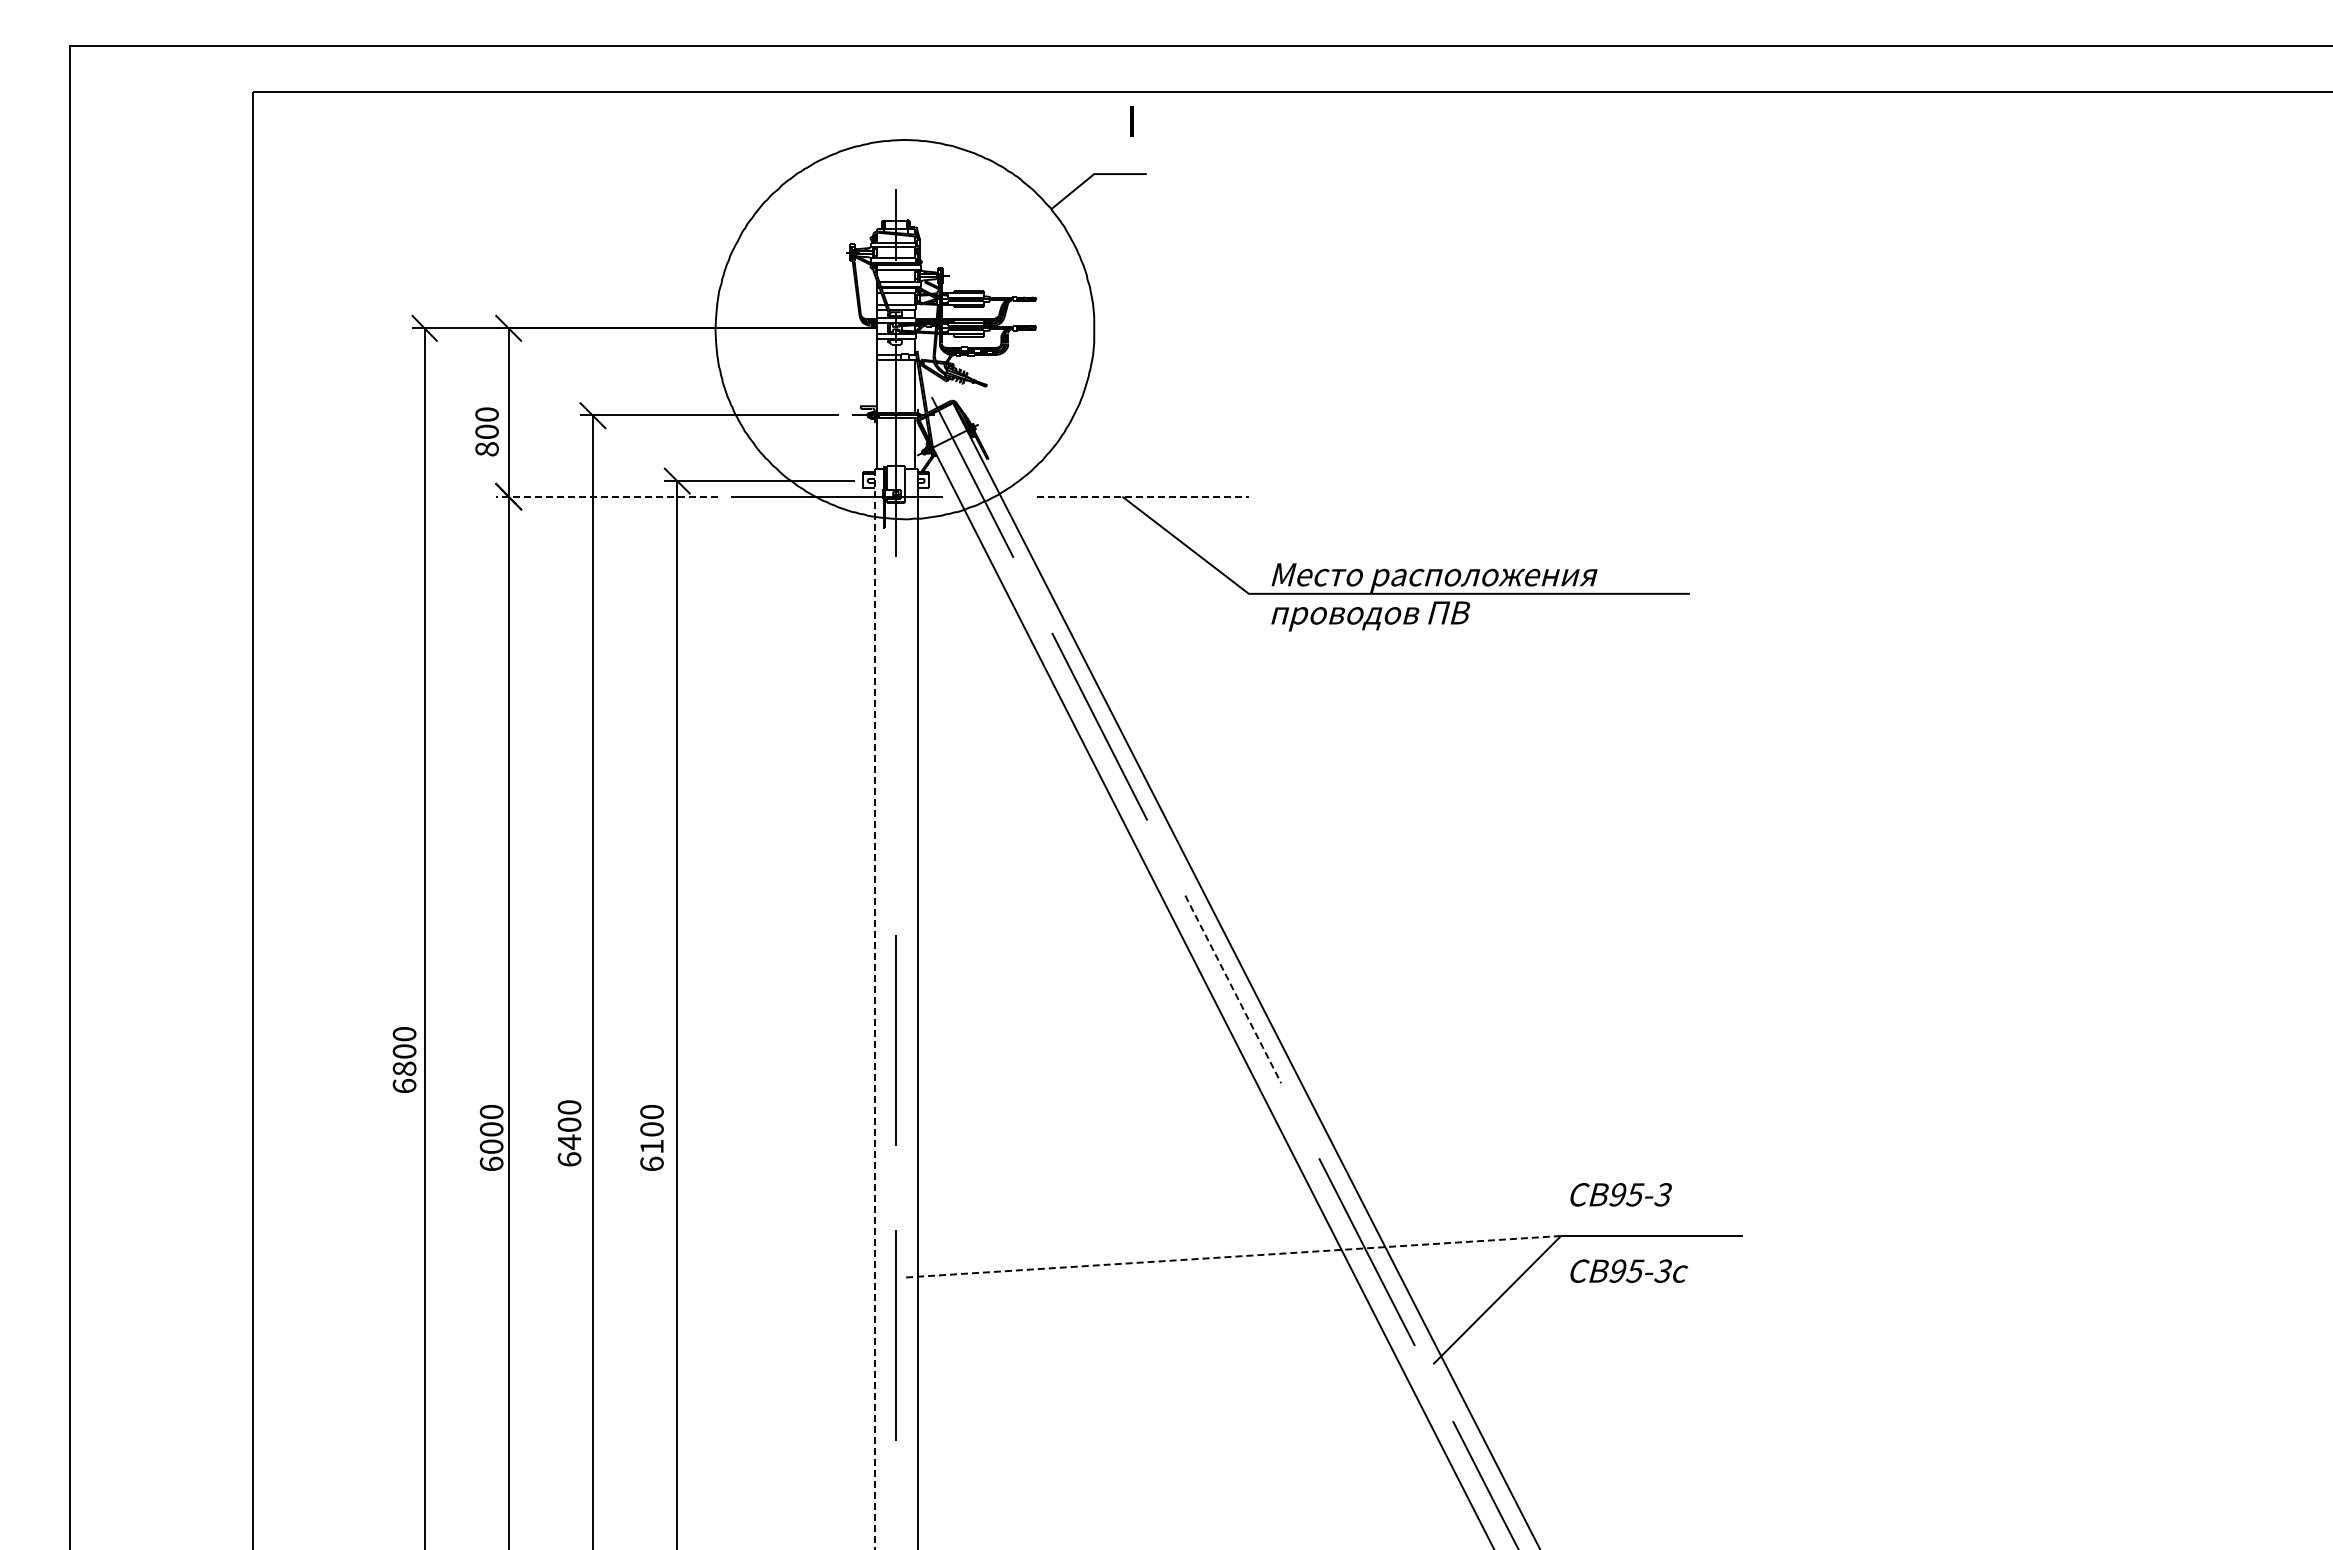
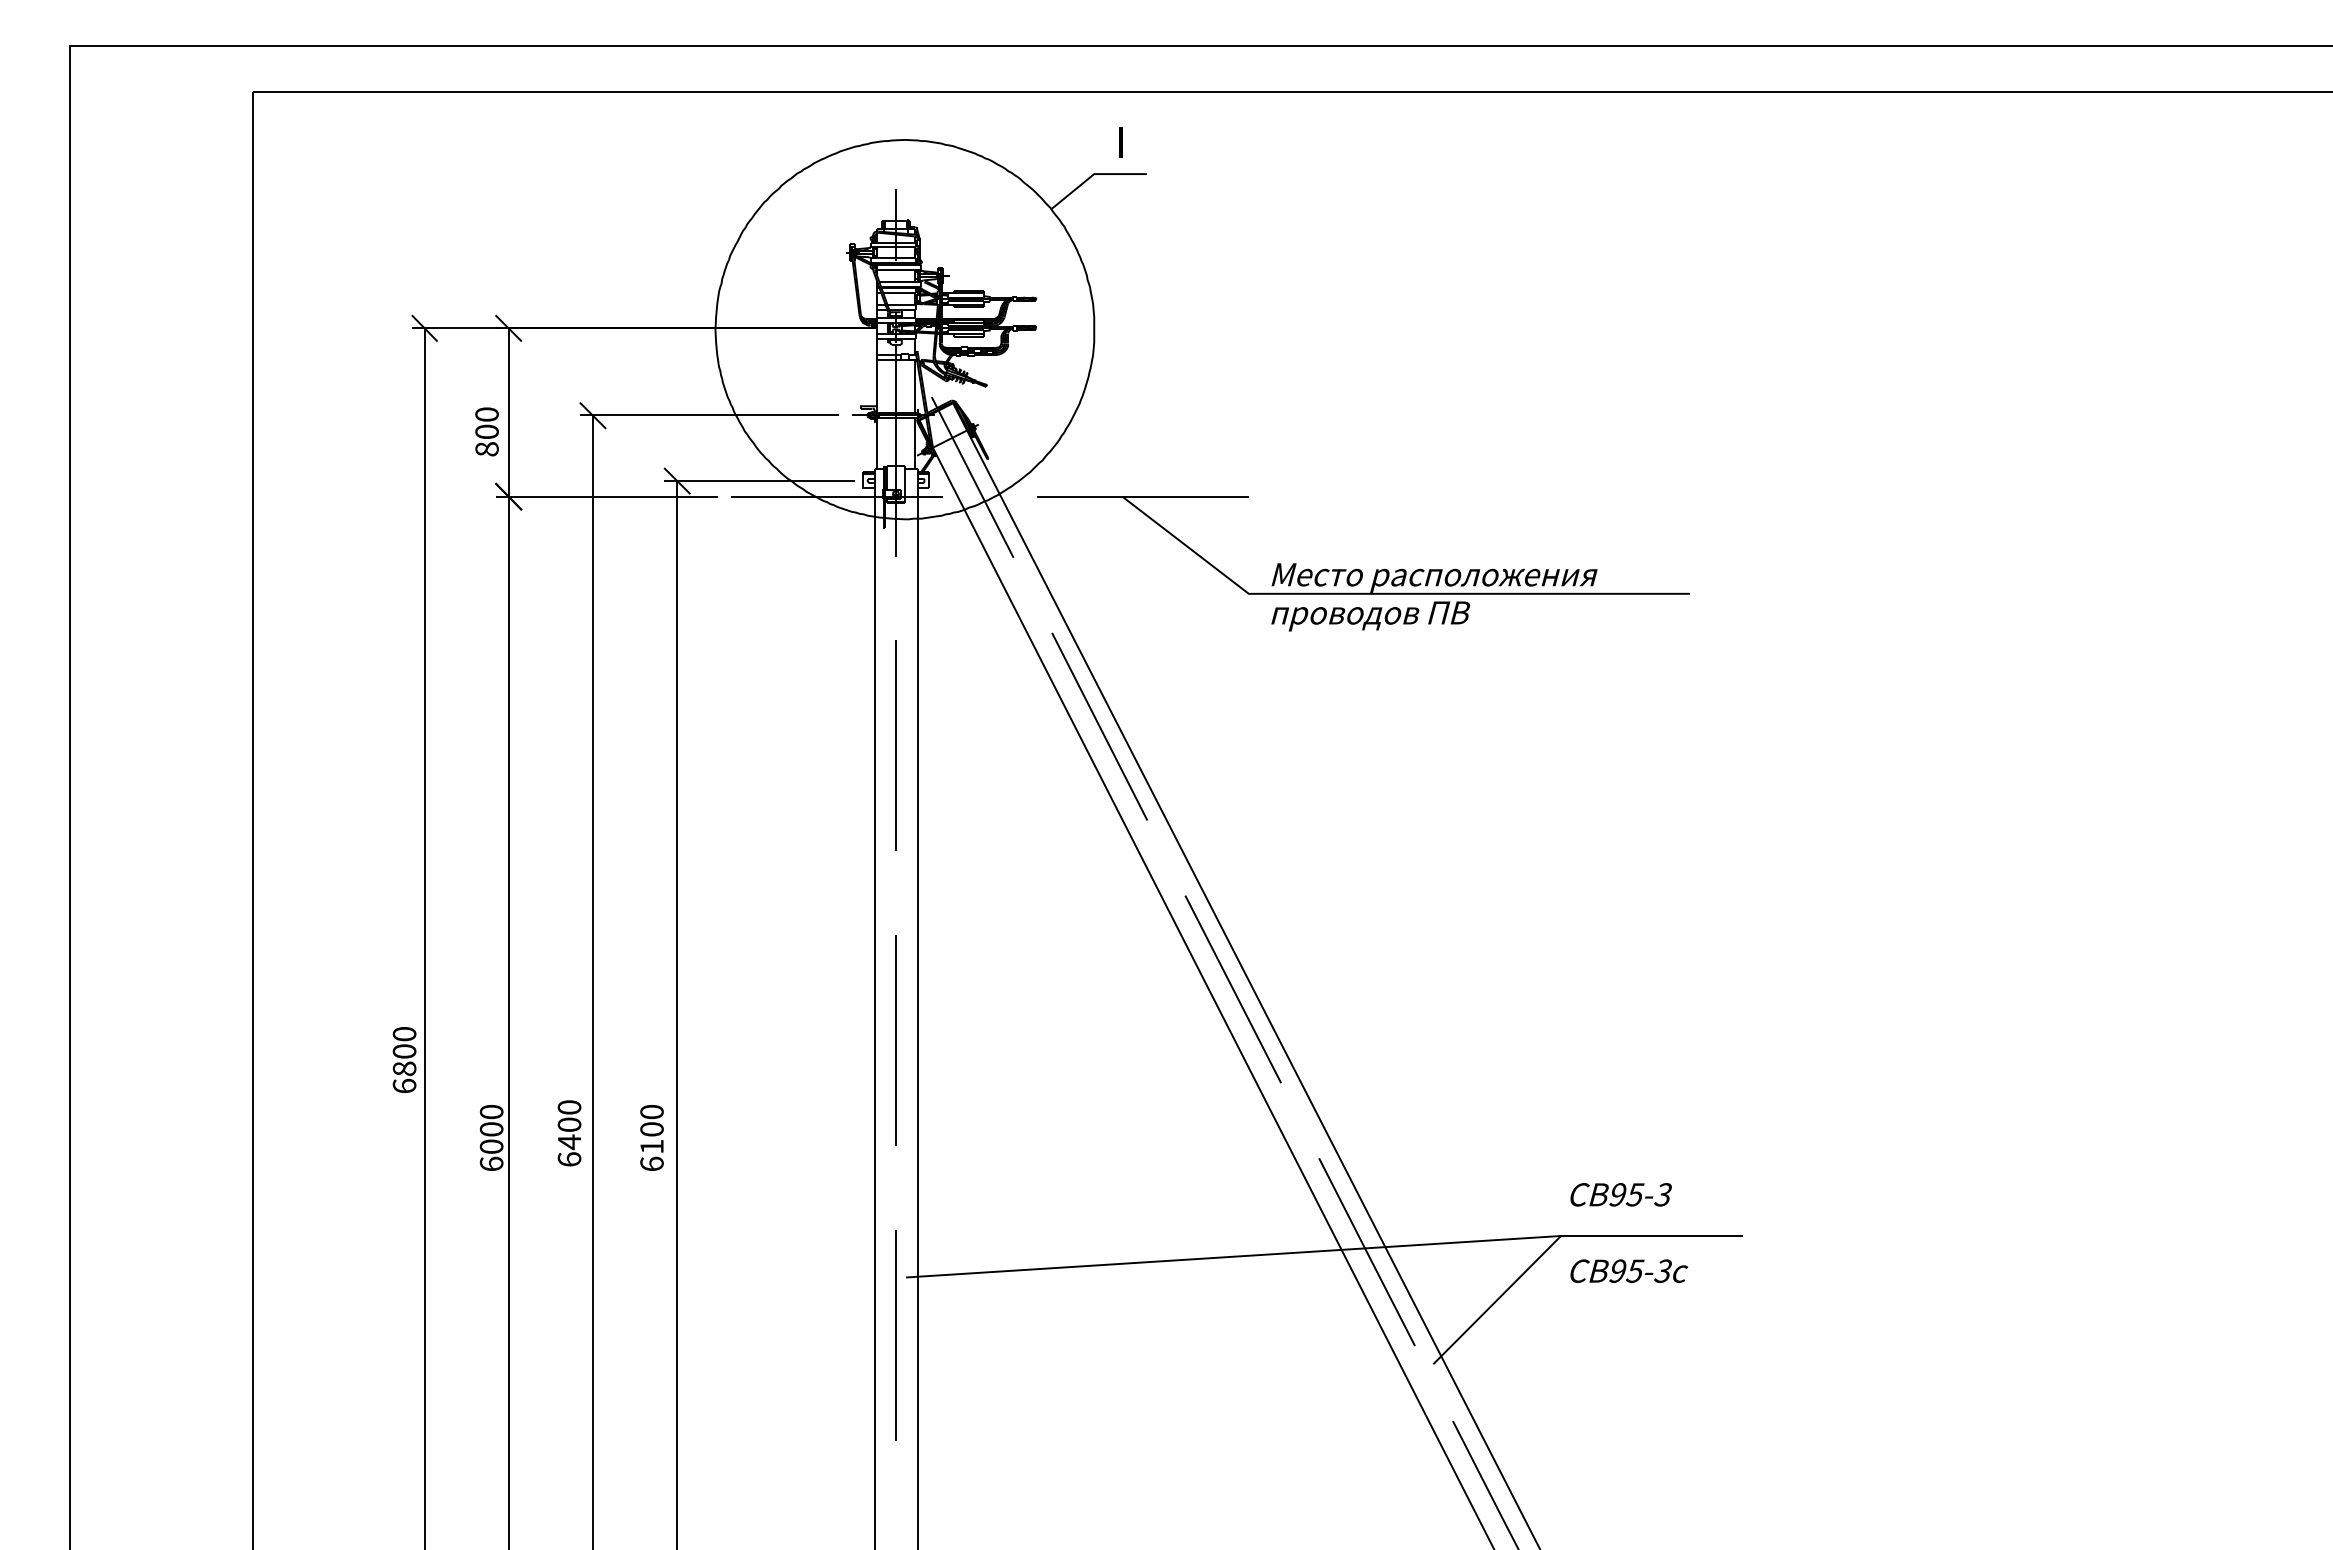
line at (1131, 121) position: (1131, 121) -> (1120, 142)
line at (606, 496): dashed -> solid
line at (1143, 496): dashed -> solid
line at (895, 745): none -> present
line at (1233, 989): dashed -> solid
line at (874, 1009): dashed -> solid
line at (1234, 1256): dashed -> solid
